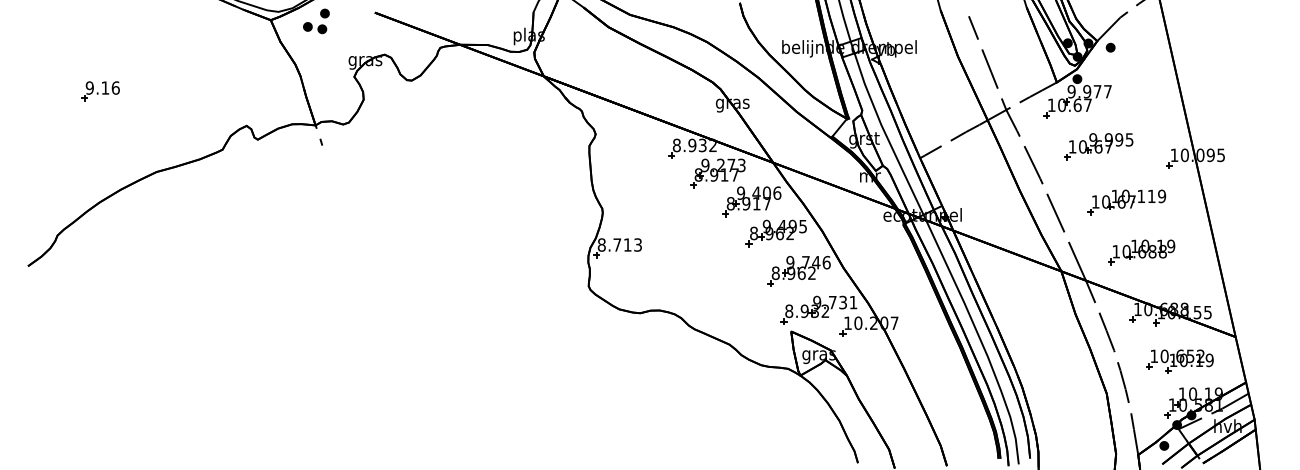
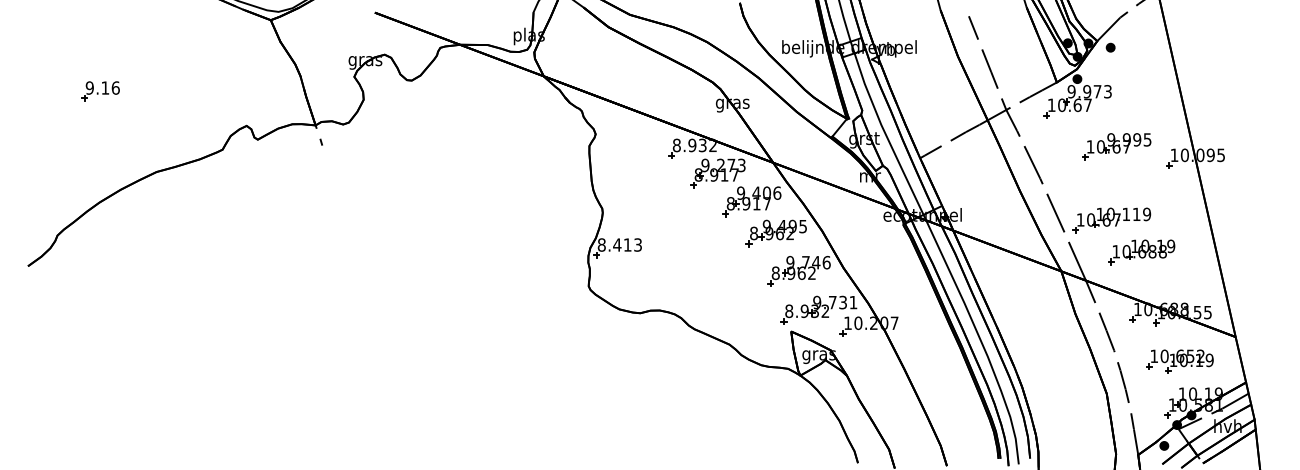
part at (316, 21): present -> none
text at (1107, 91): 9.977 -> 9.973
part at (1098, 146) position: (1098, 146) -> (1116, 146)
part at (1126, 202) position: (1126, 202) -> (1111, 220)
text at (617, 244): 8.713 -> 8.413
